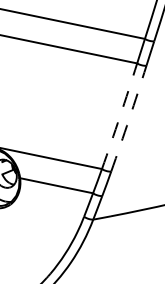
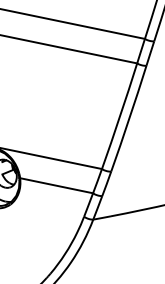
arc at (120, 116): dashed -> solid
arc at (129, 118): dashed -> solid
